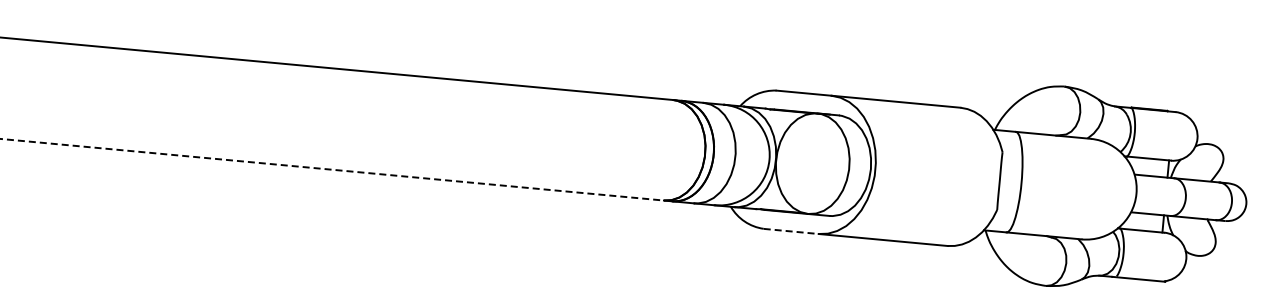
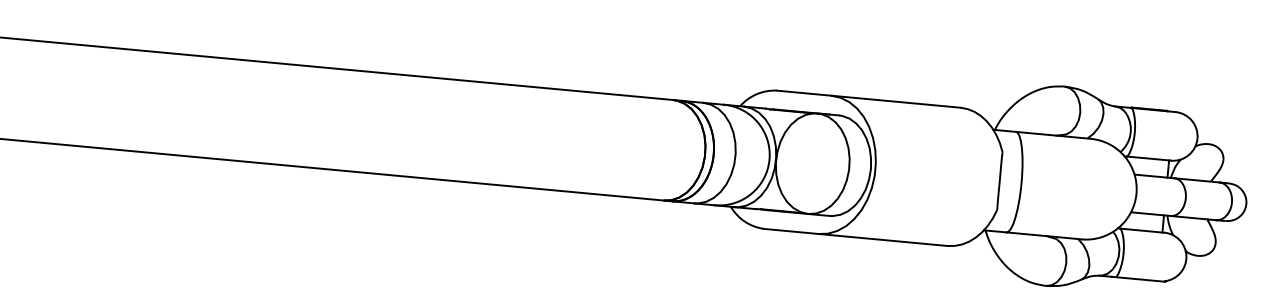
line at (332, 169): dashed -> solid
line at (791, 231): dashed -> solid
